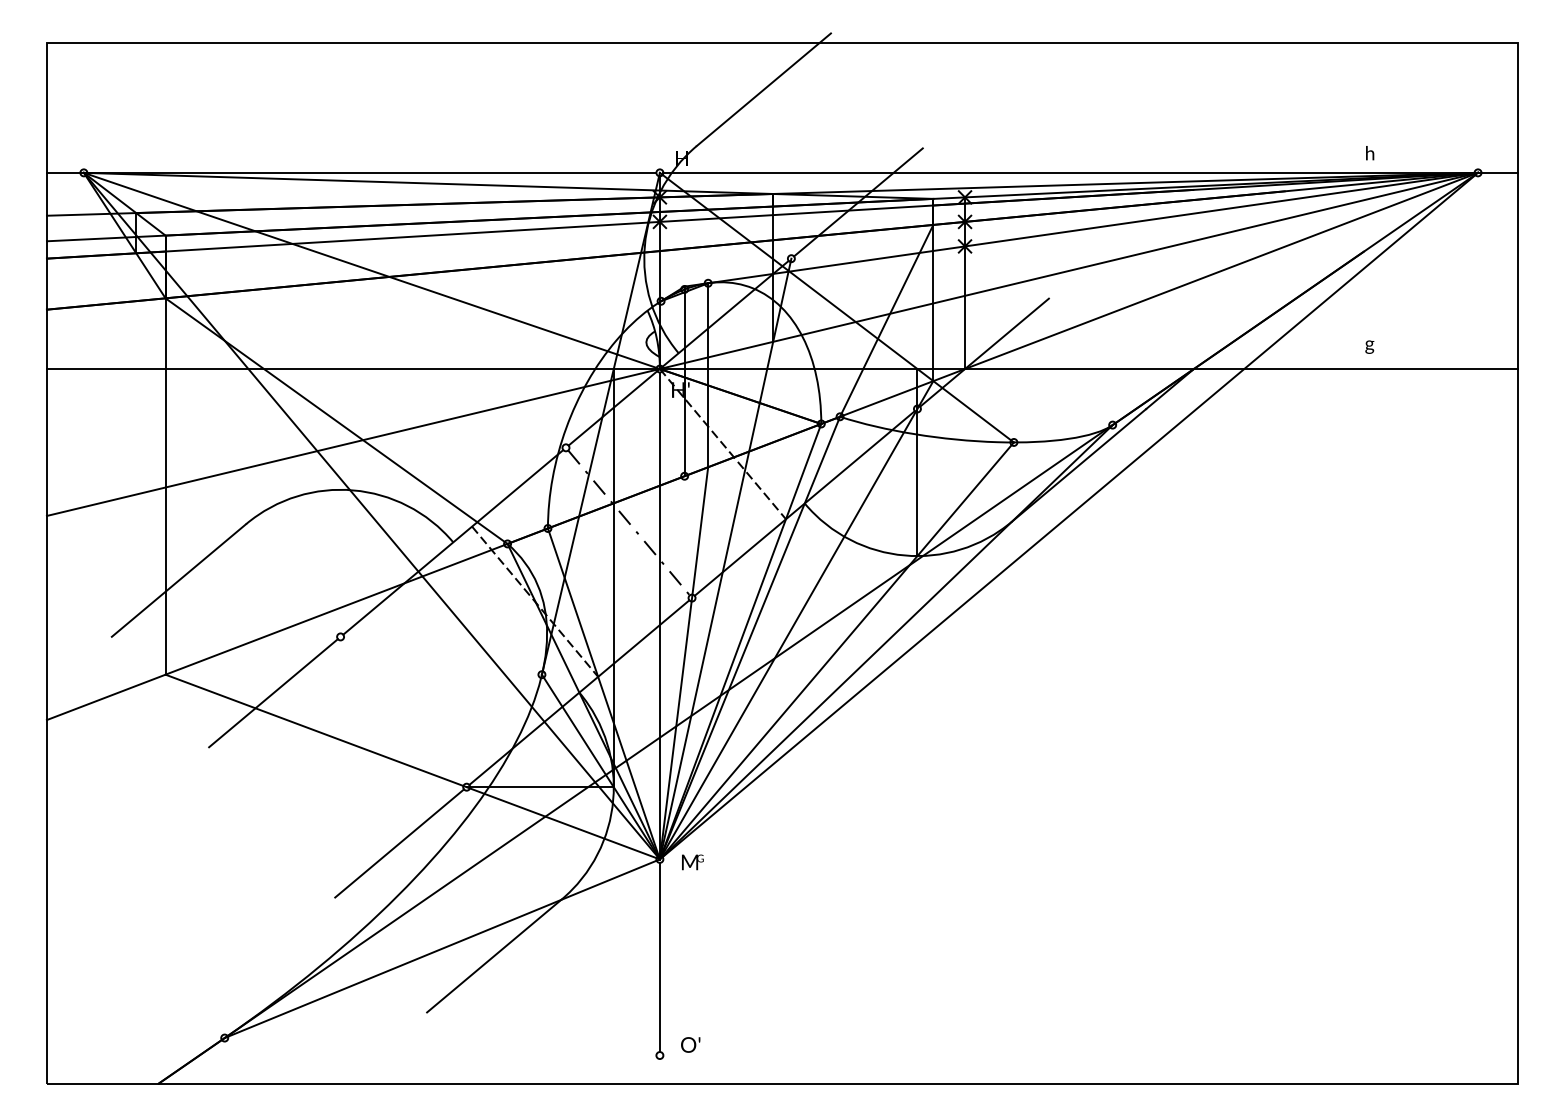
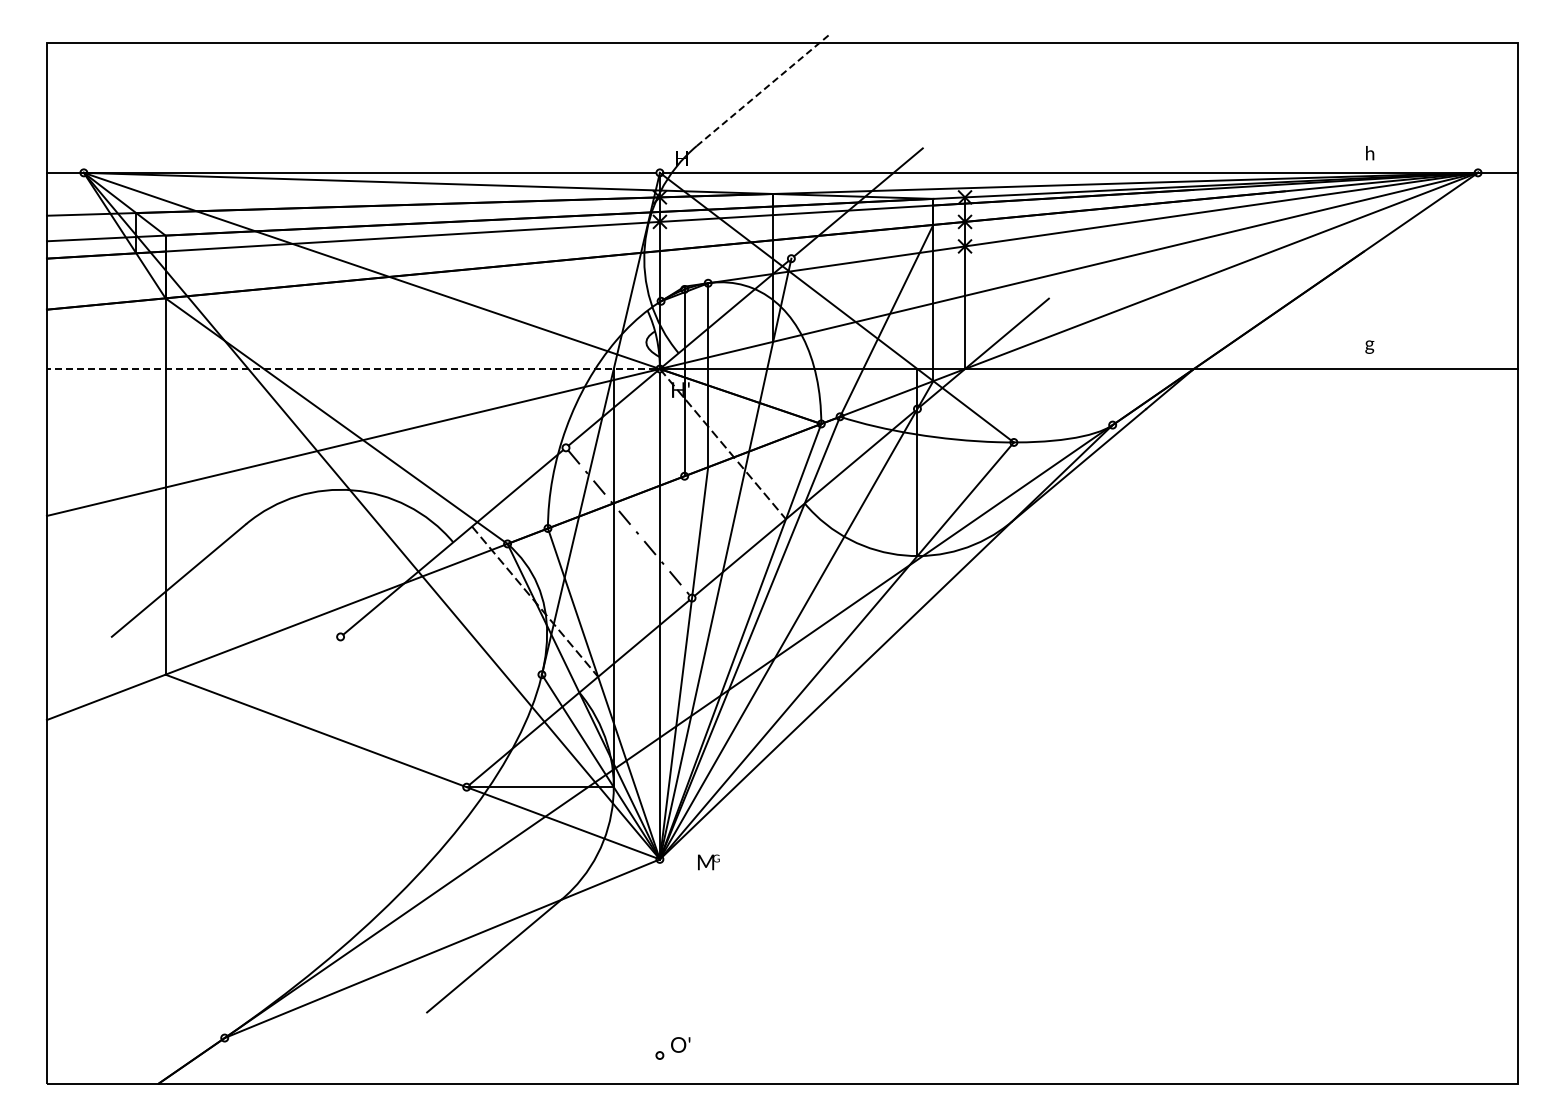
line at (763, 89): solid -> dashed
line at (351, 369): solid -> dashed
line at (1068, 516): present -> none
line at (273, 693): present -> none
line at (399, 843): present -> none
text at (692, 862) position: (692, 862) -> (708, 862)
line at (659, 957): present -> none
text at (690, 1044) position: (690, 1044) -> (680, 1044)
